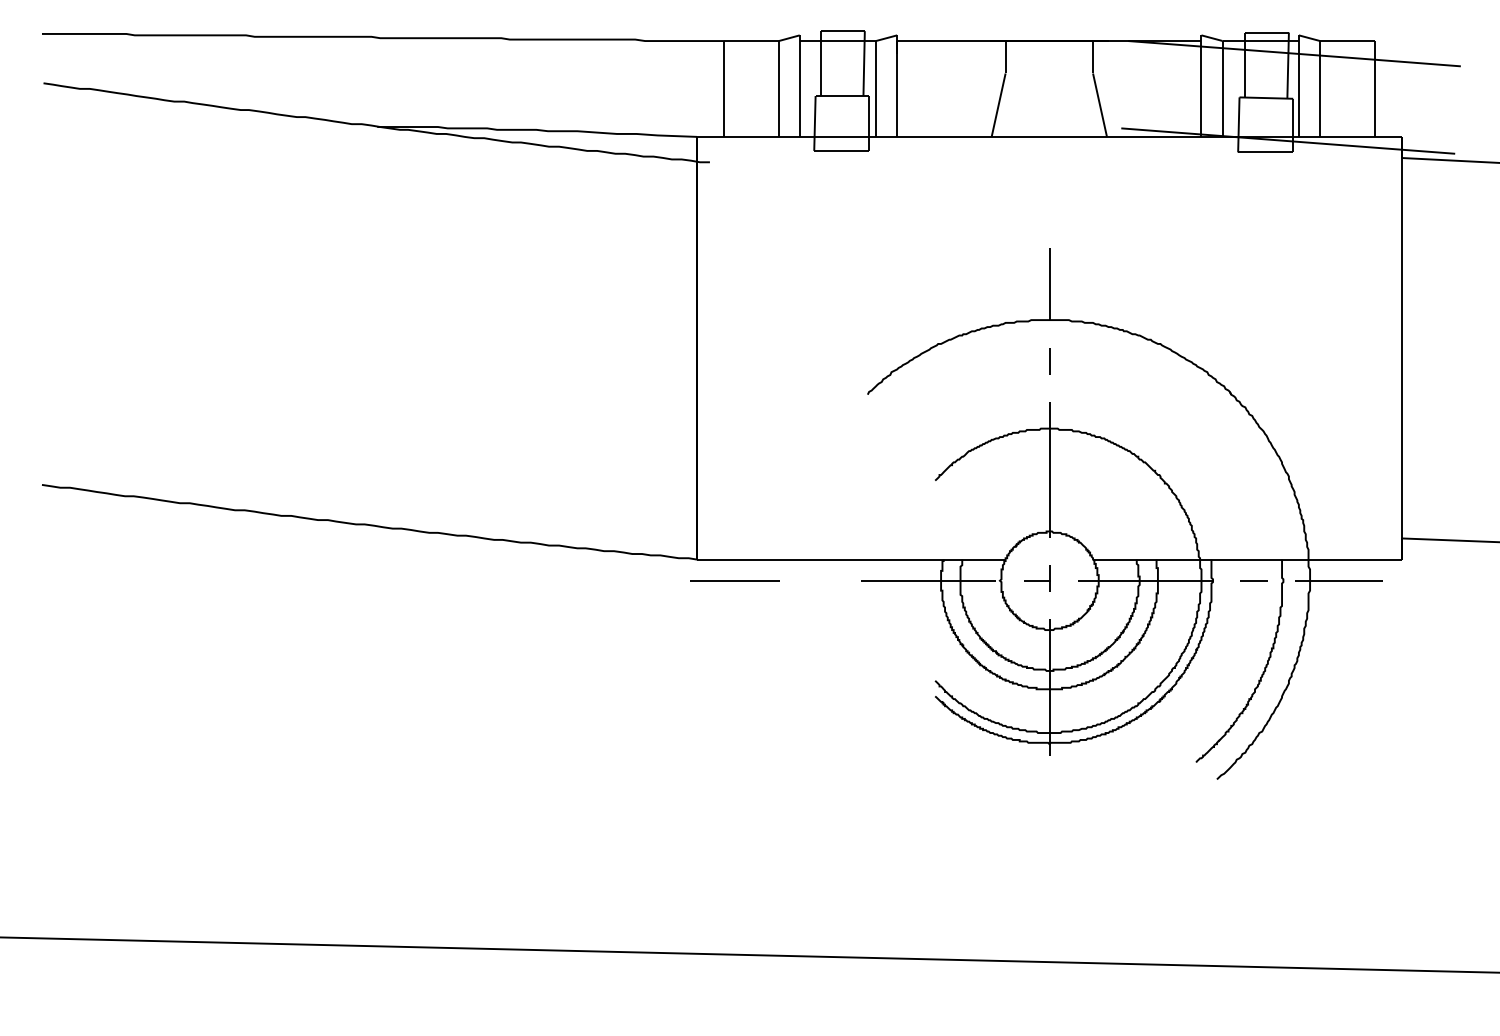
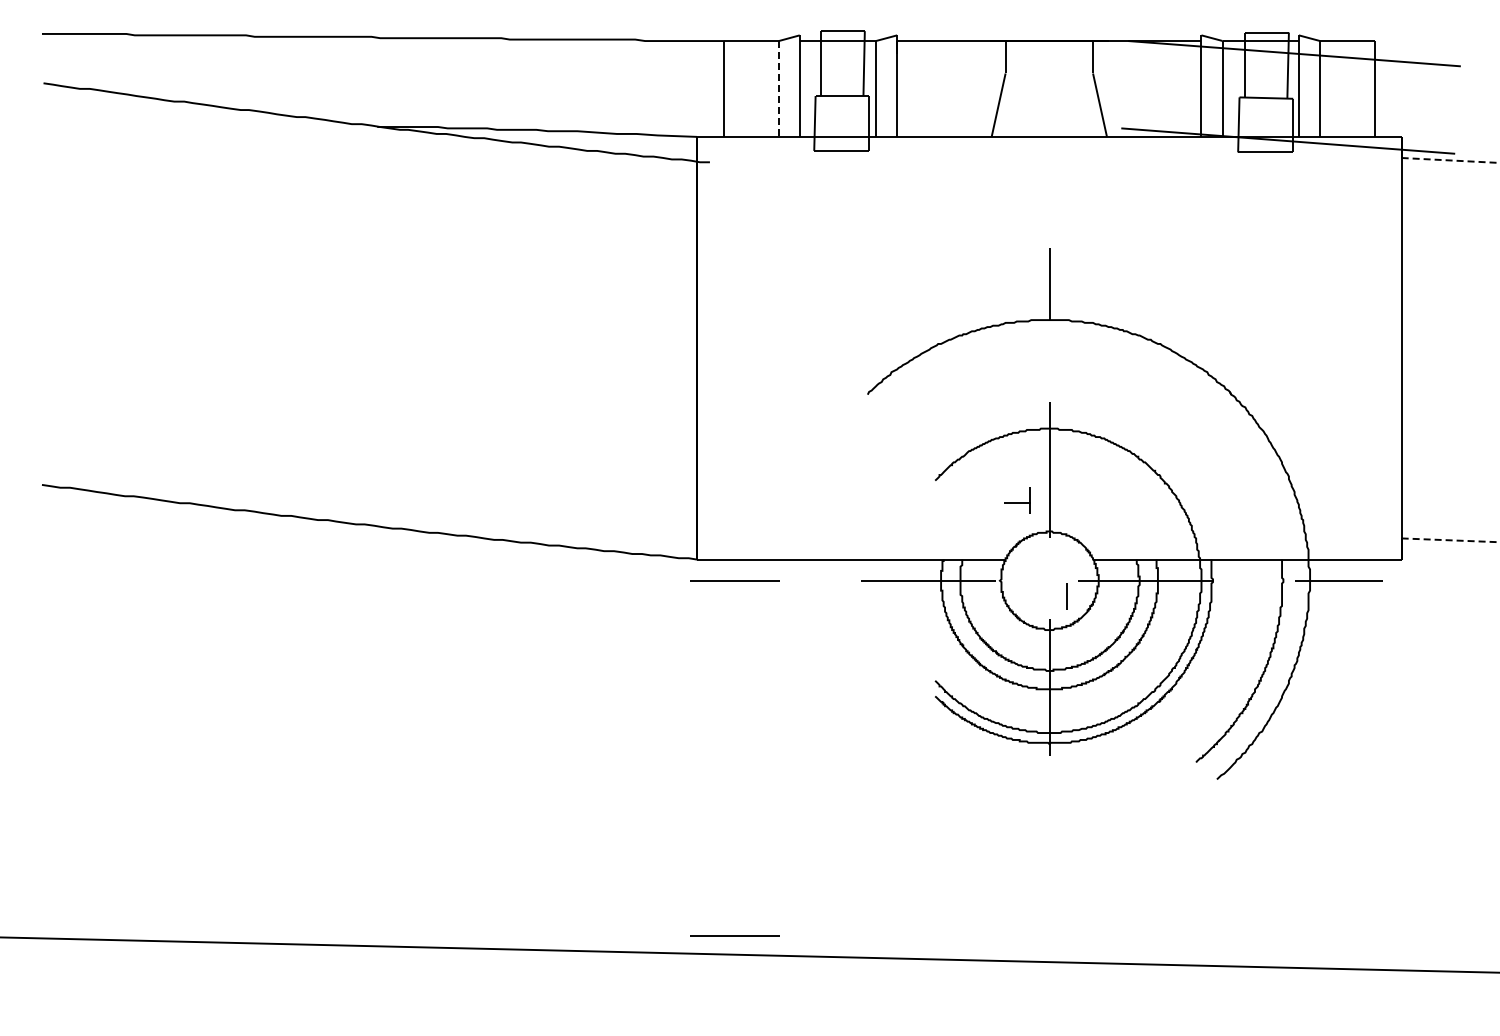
line at (778, 88): solid -> dashed
line at (1450, 160): solid -> dashed
line at (1049, 361) position: (1049, 361) -> (1066, 596)
line at (1450, 540): solid -> dashed
part at (1037, 578) position: (1037, 578) -> (1017, 500)
line at (1253, 580): present -> none
line at (734, 935): none -> present
